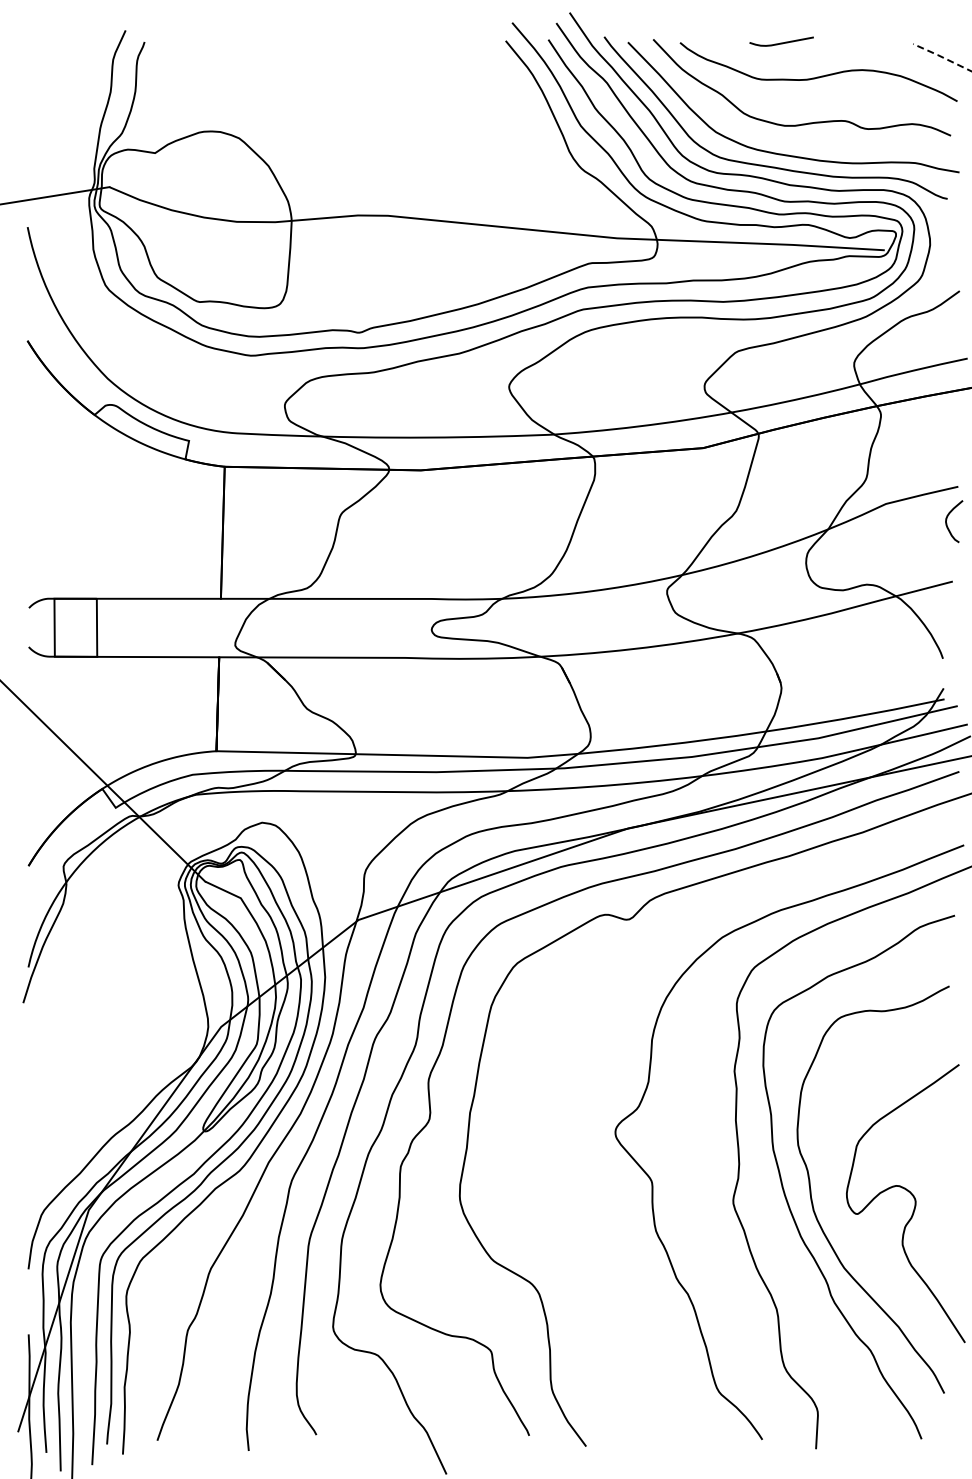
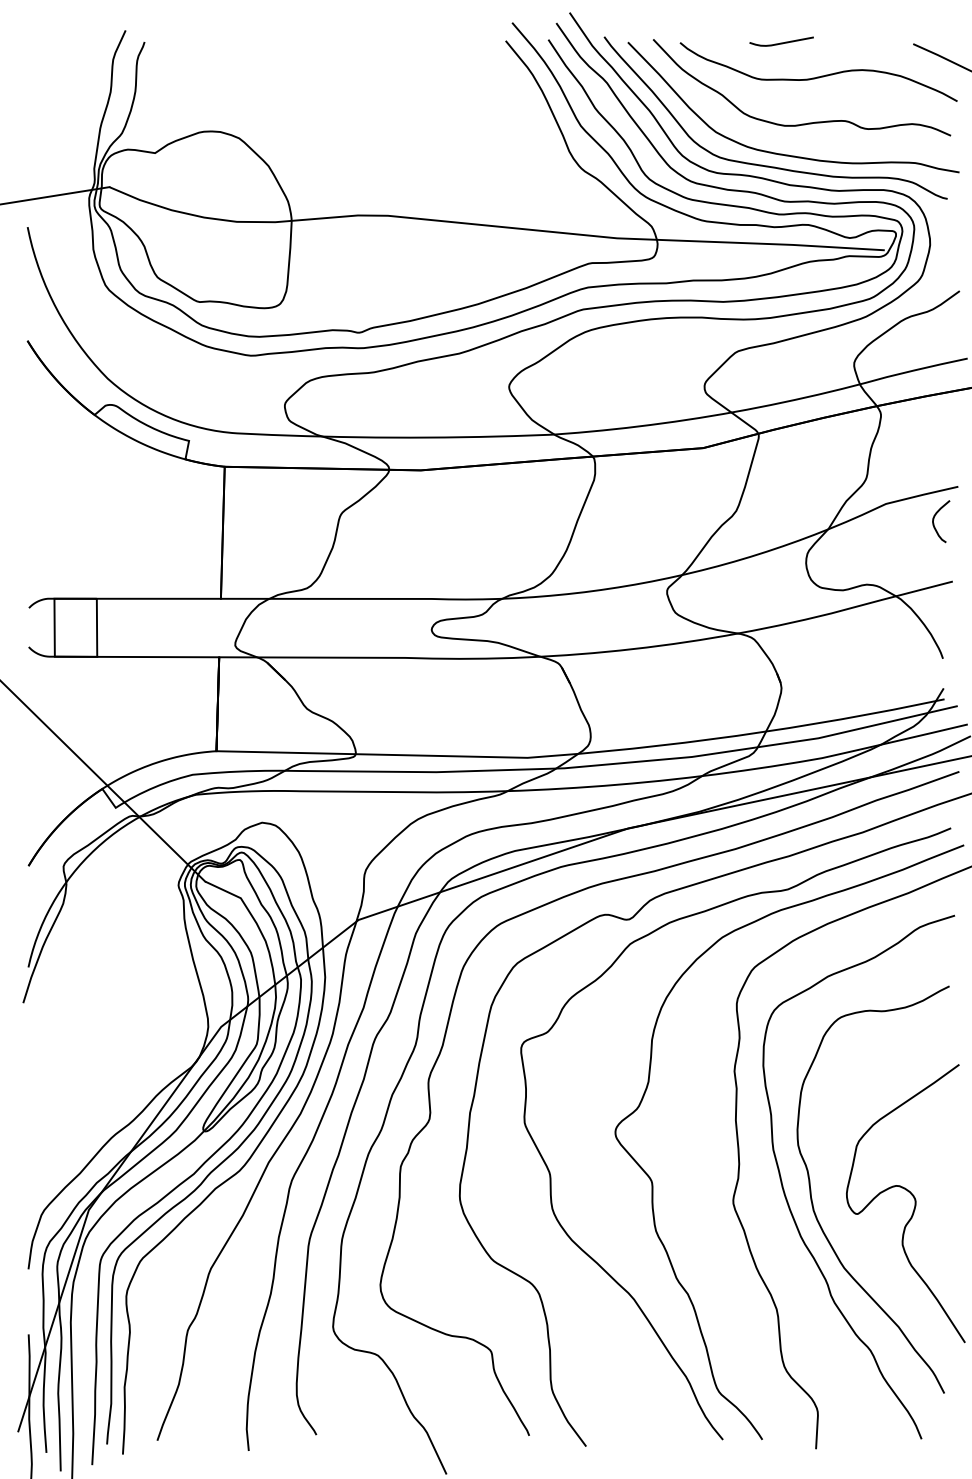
line at (942, 57): dashed -> solid
curve at (947, 519) position: (947, 519) -> (934, 519)
curve at (606, 1270): none -> present
